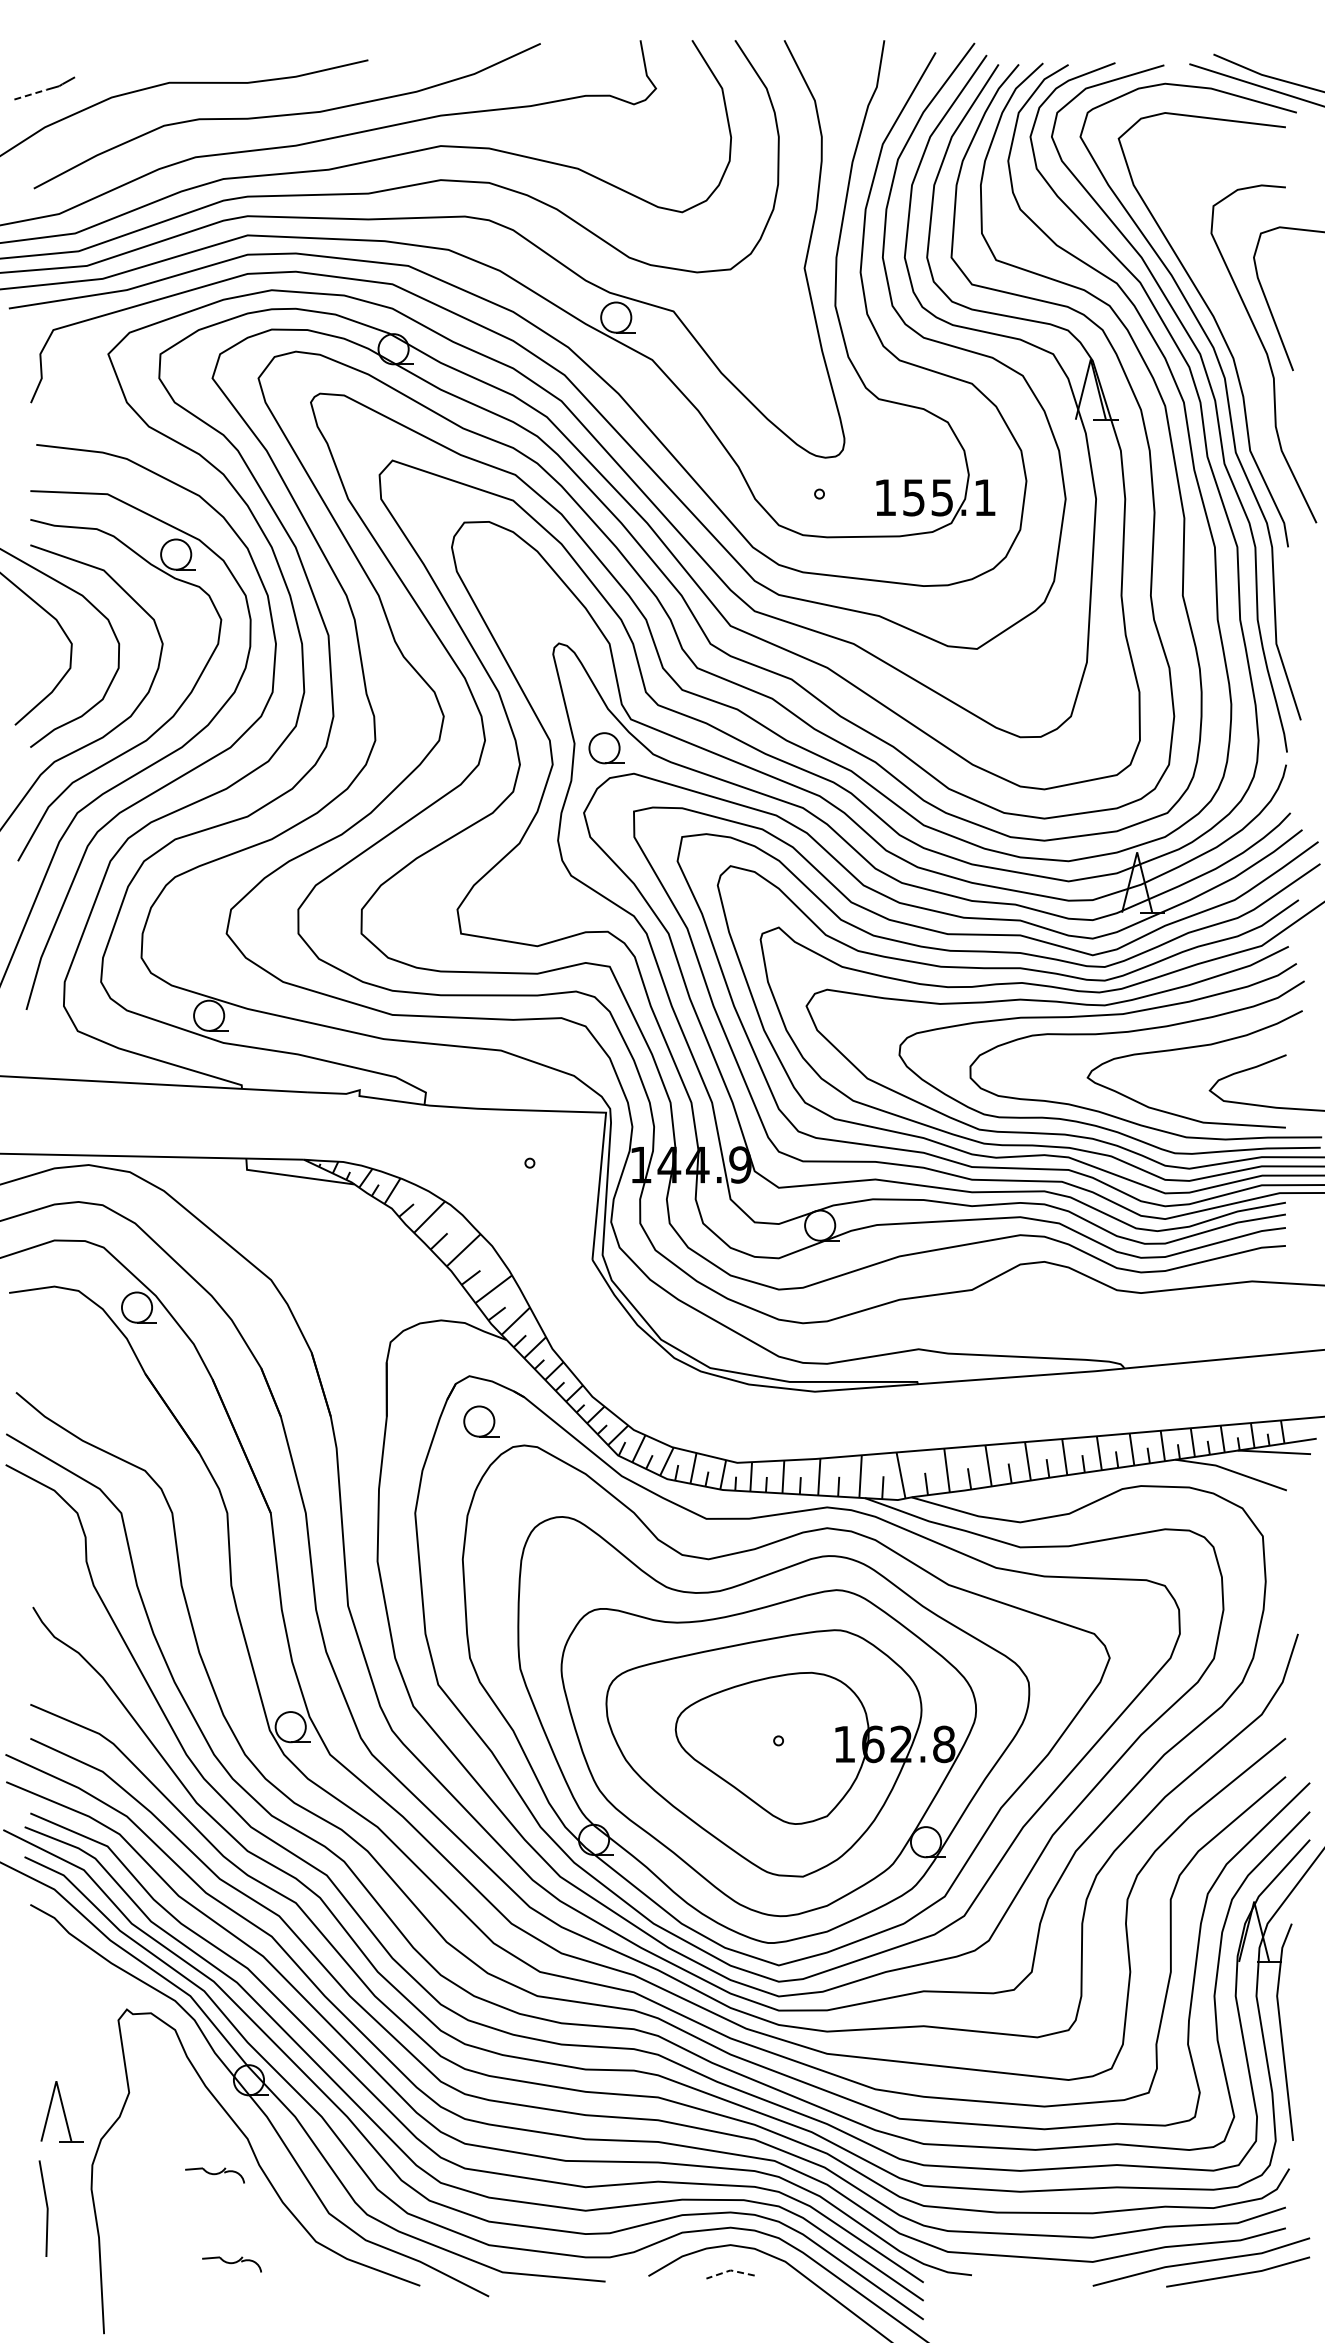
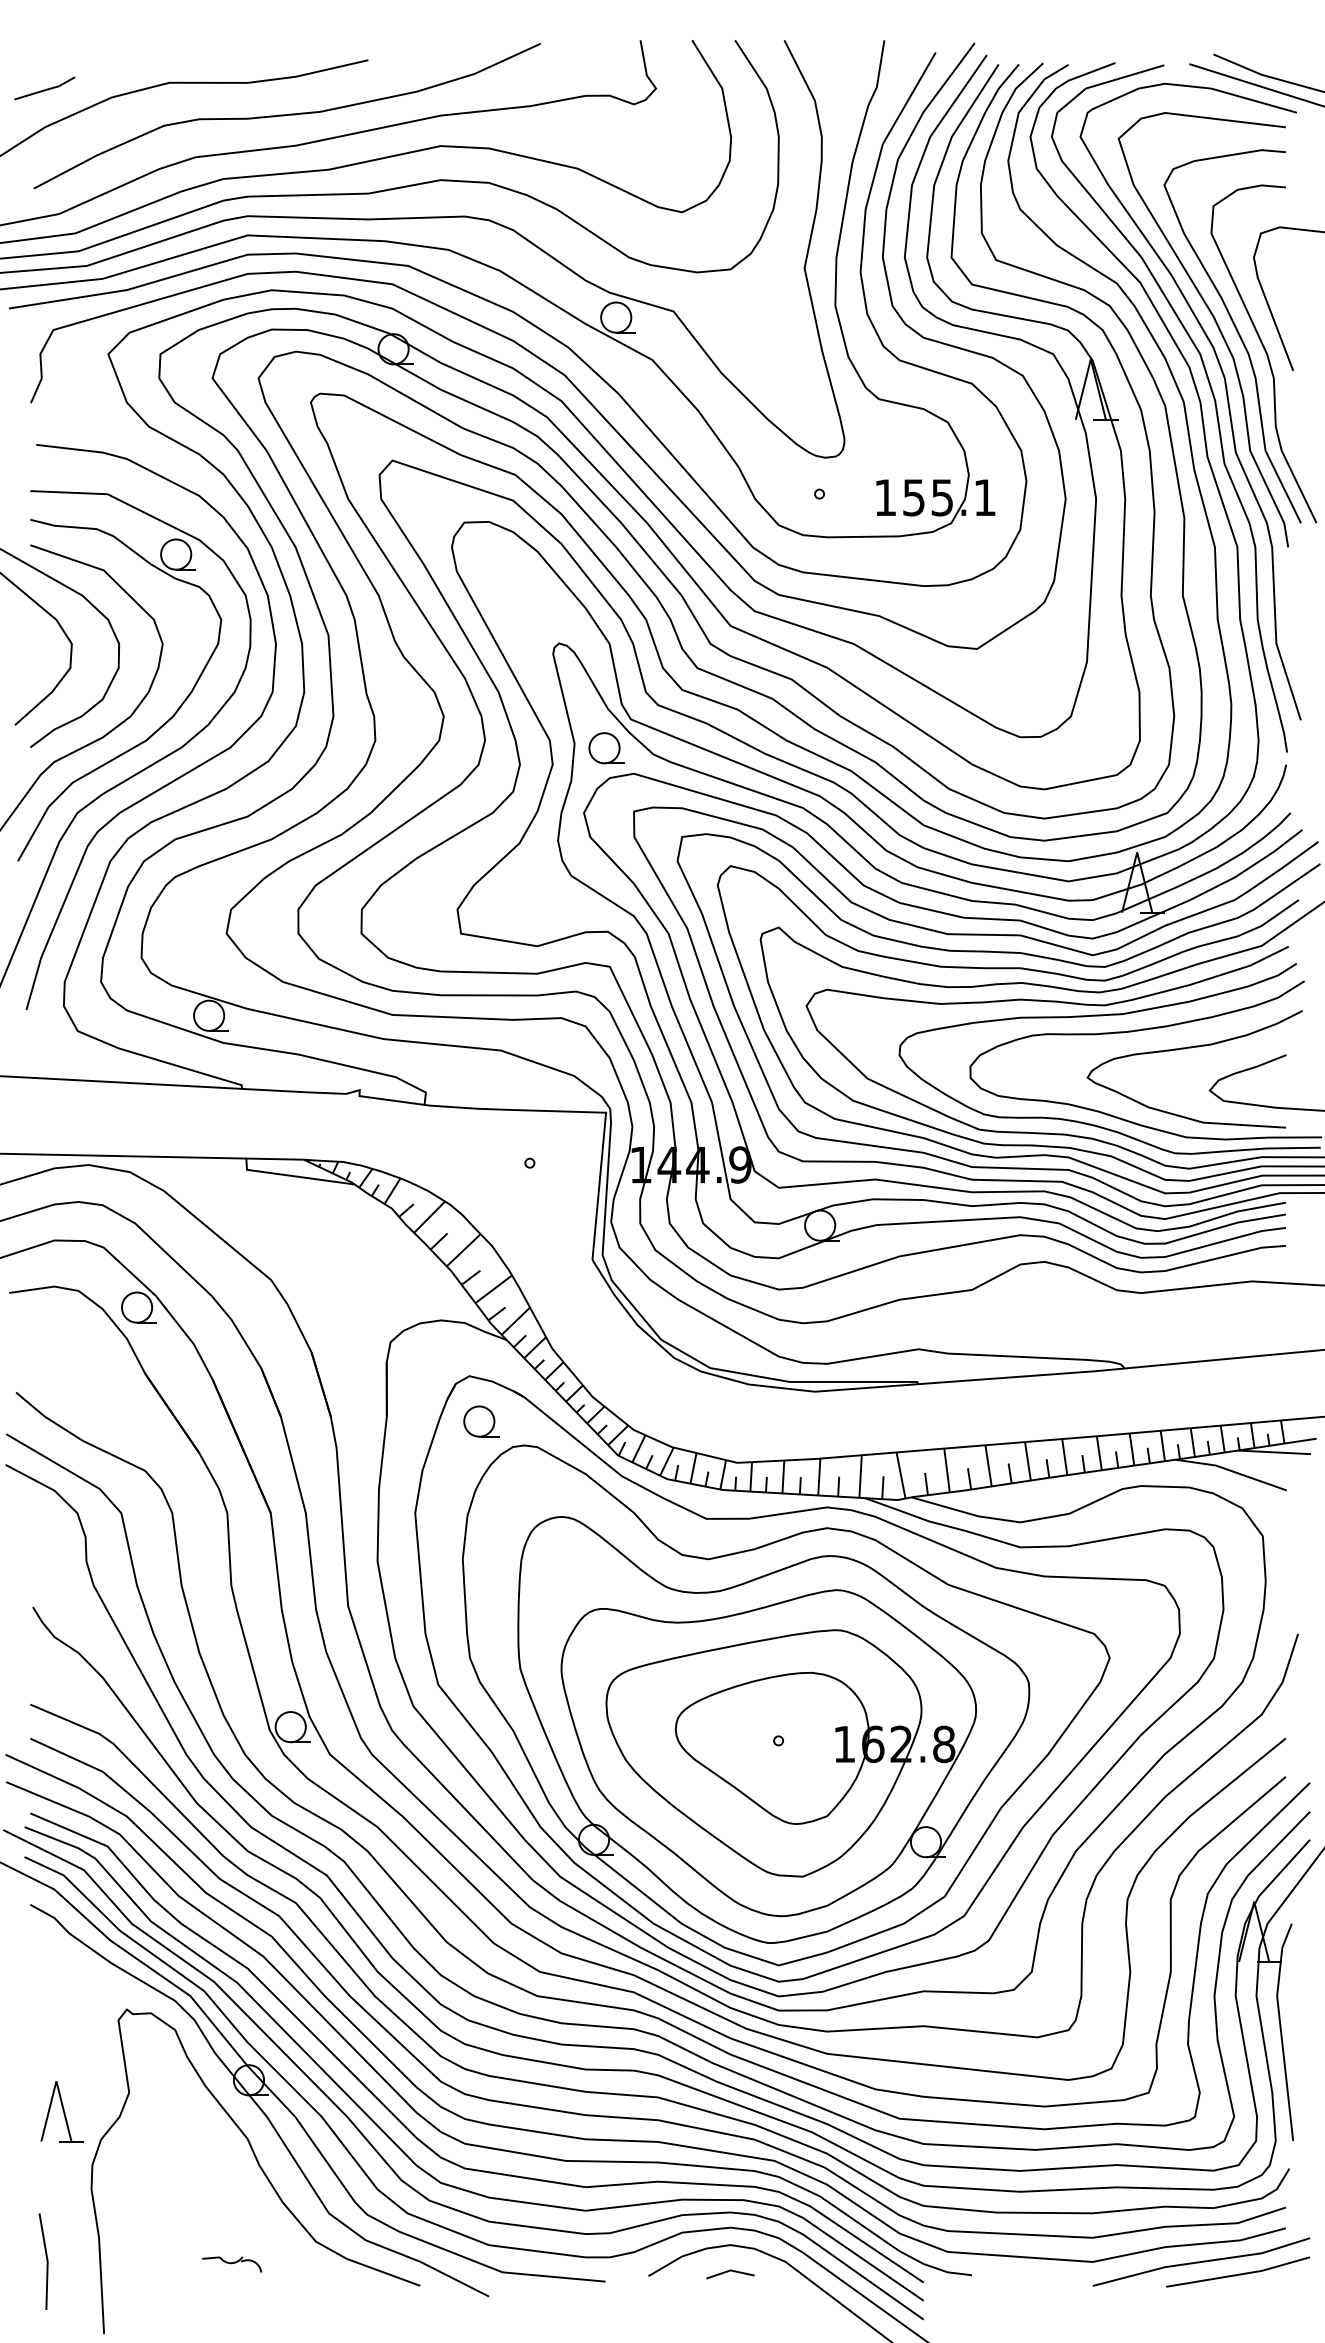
line at (30, 94): dashed -> solid
curve at (1237, 333): none -> present
part at (214, 2175): present -> none
line at (46, 2208) position: (46, 2208) -> (46, 2261)
line at (730, 2270): dashed -> solid
